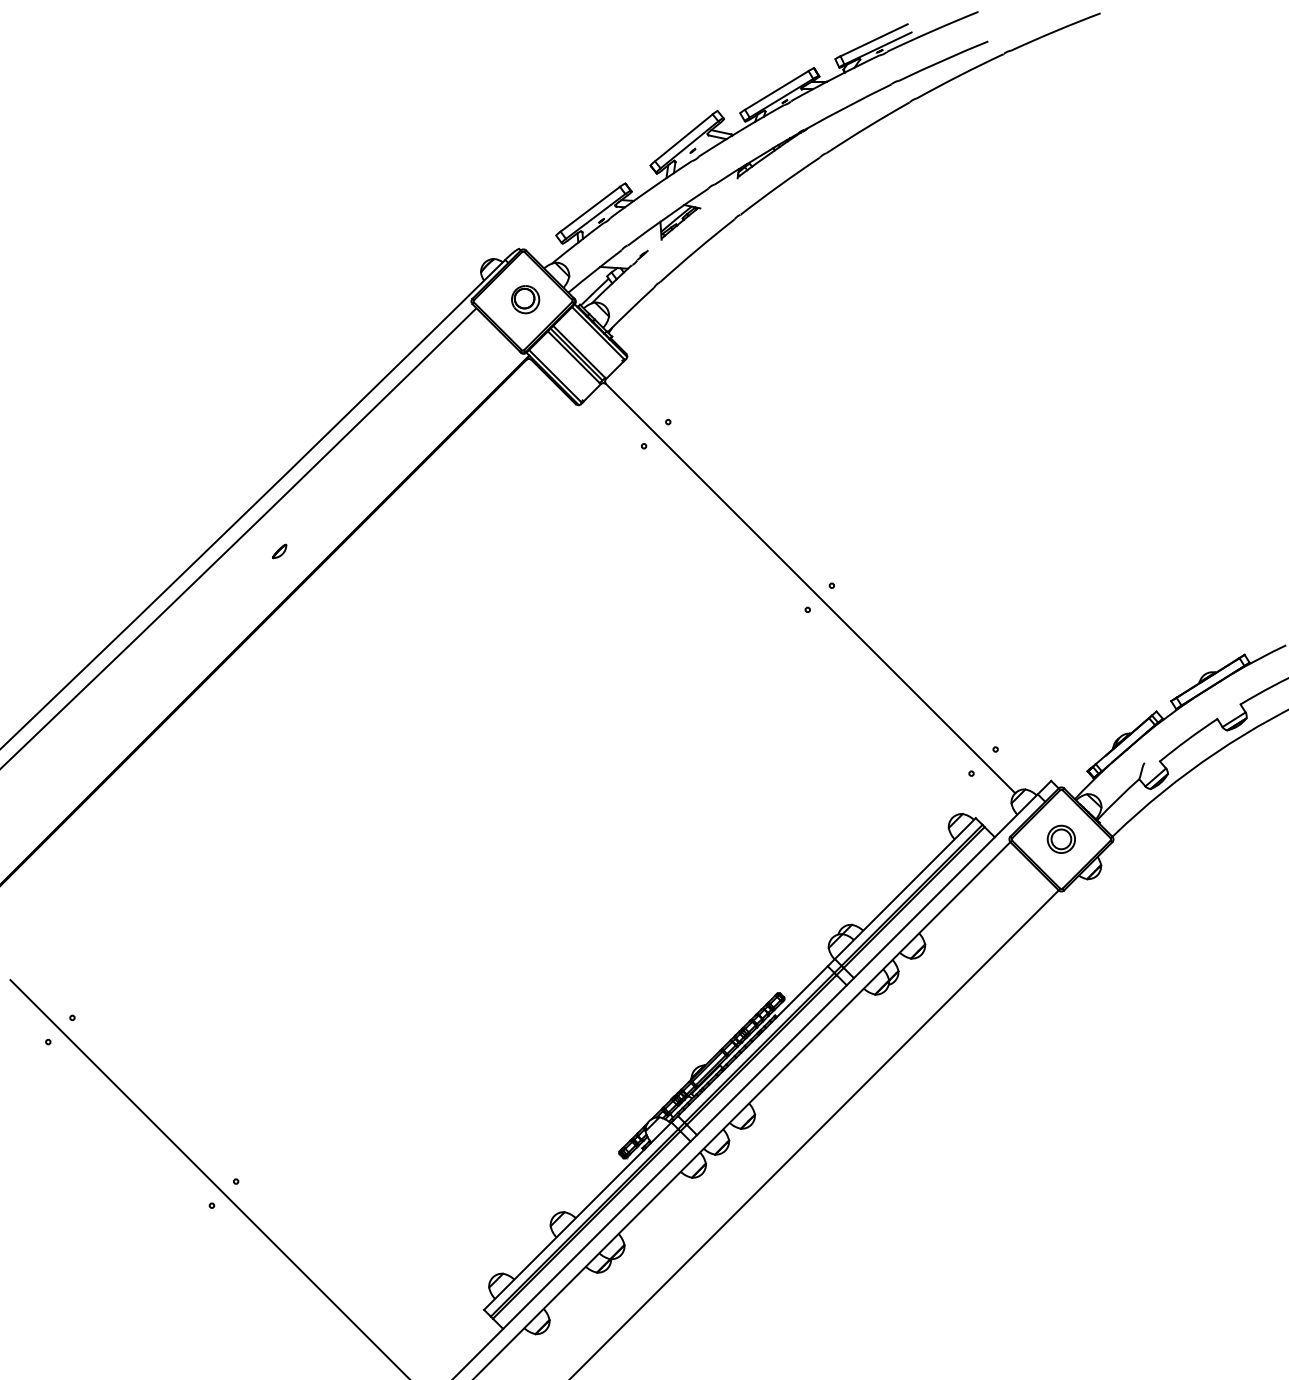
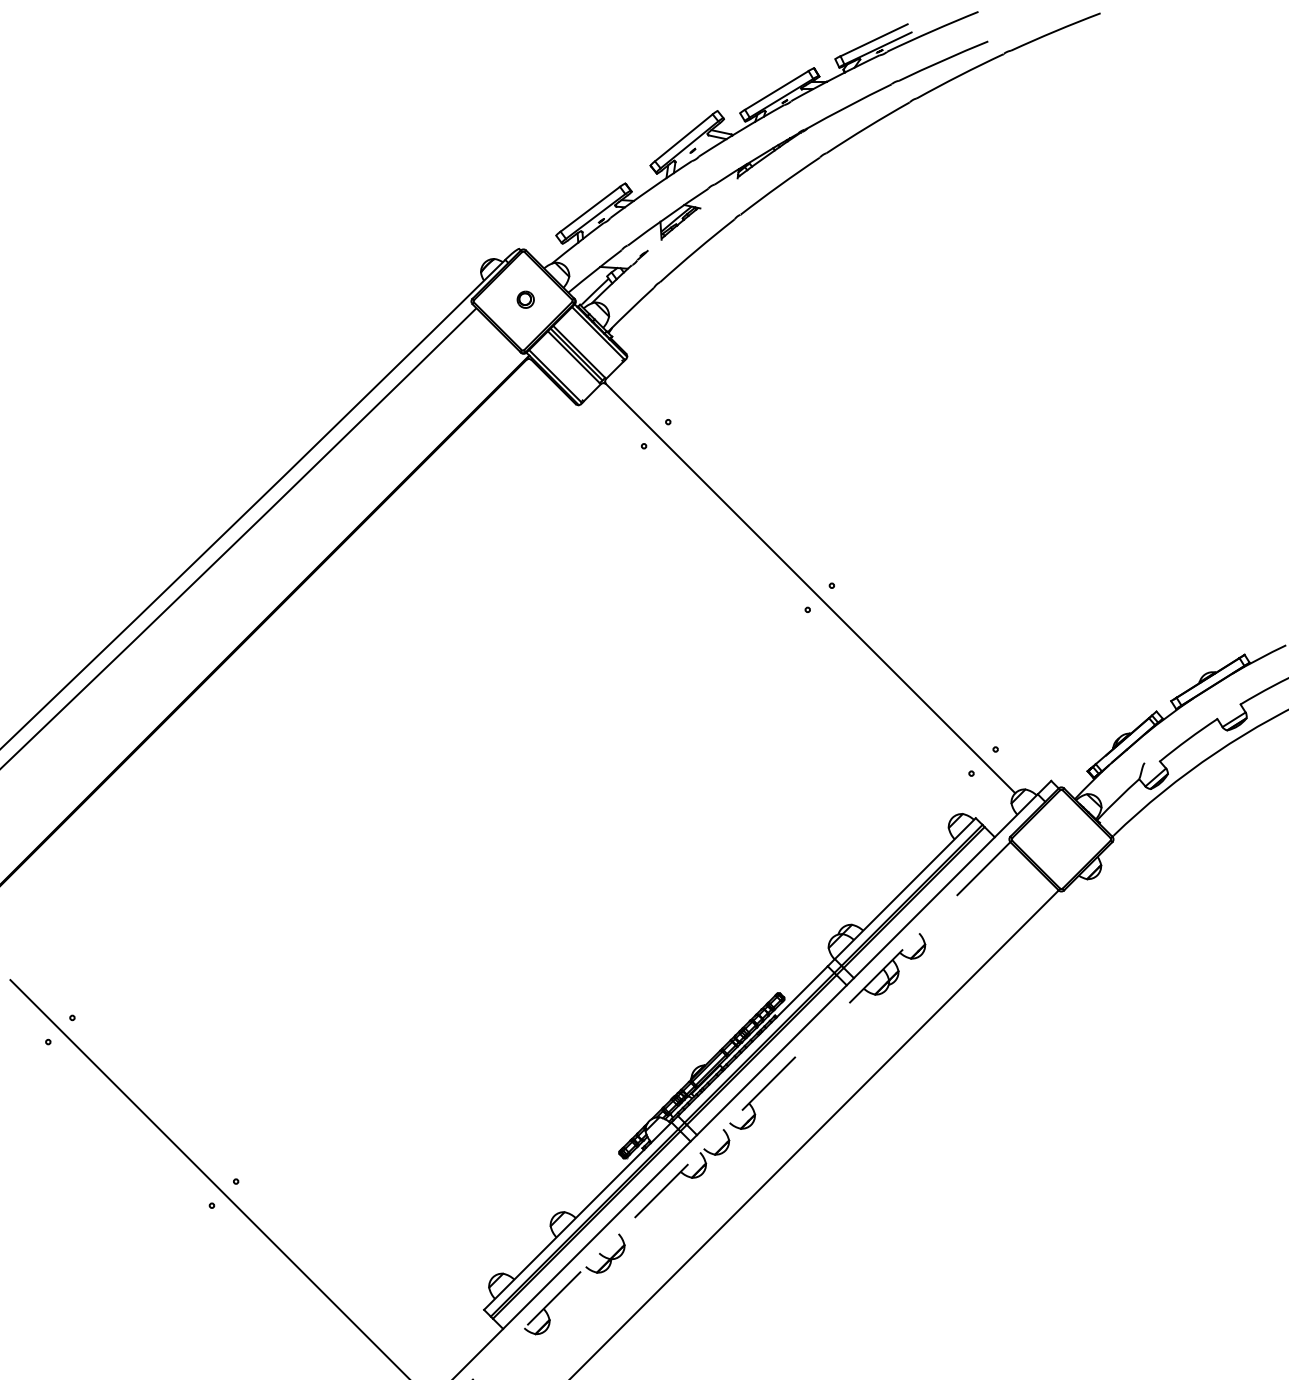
part at (525, 299) size: 30x30 px -> 19x19 px
part at (279, 551): present -> none
part at (1060, 838): present -> none
line at (741, 1110): solid -> dashed
